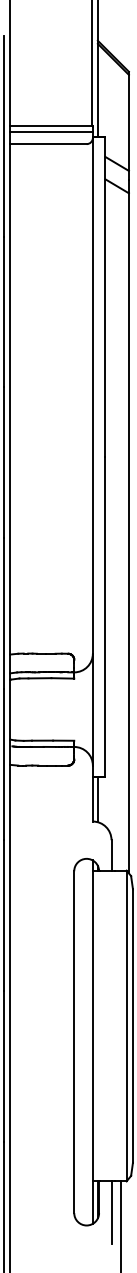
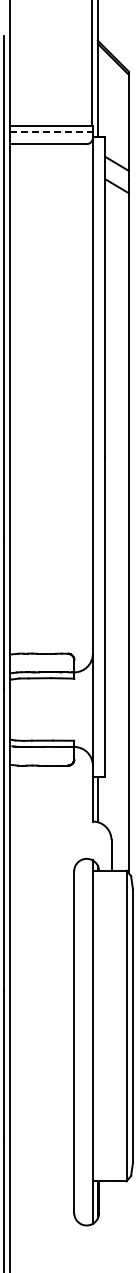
line at (52, 131): solid -> dashed
line at (111, 1212): present -> none
line at (121, 1225): present -> none
